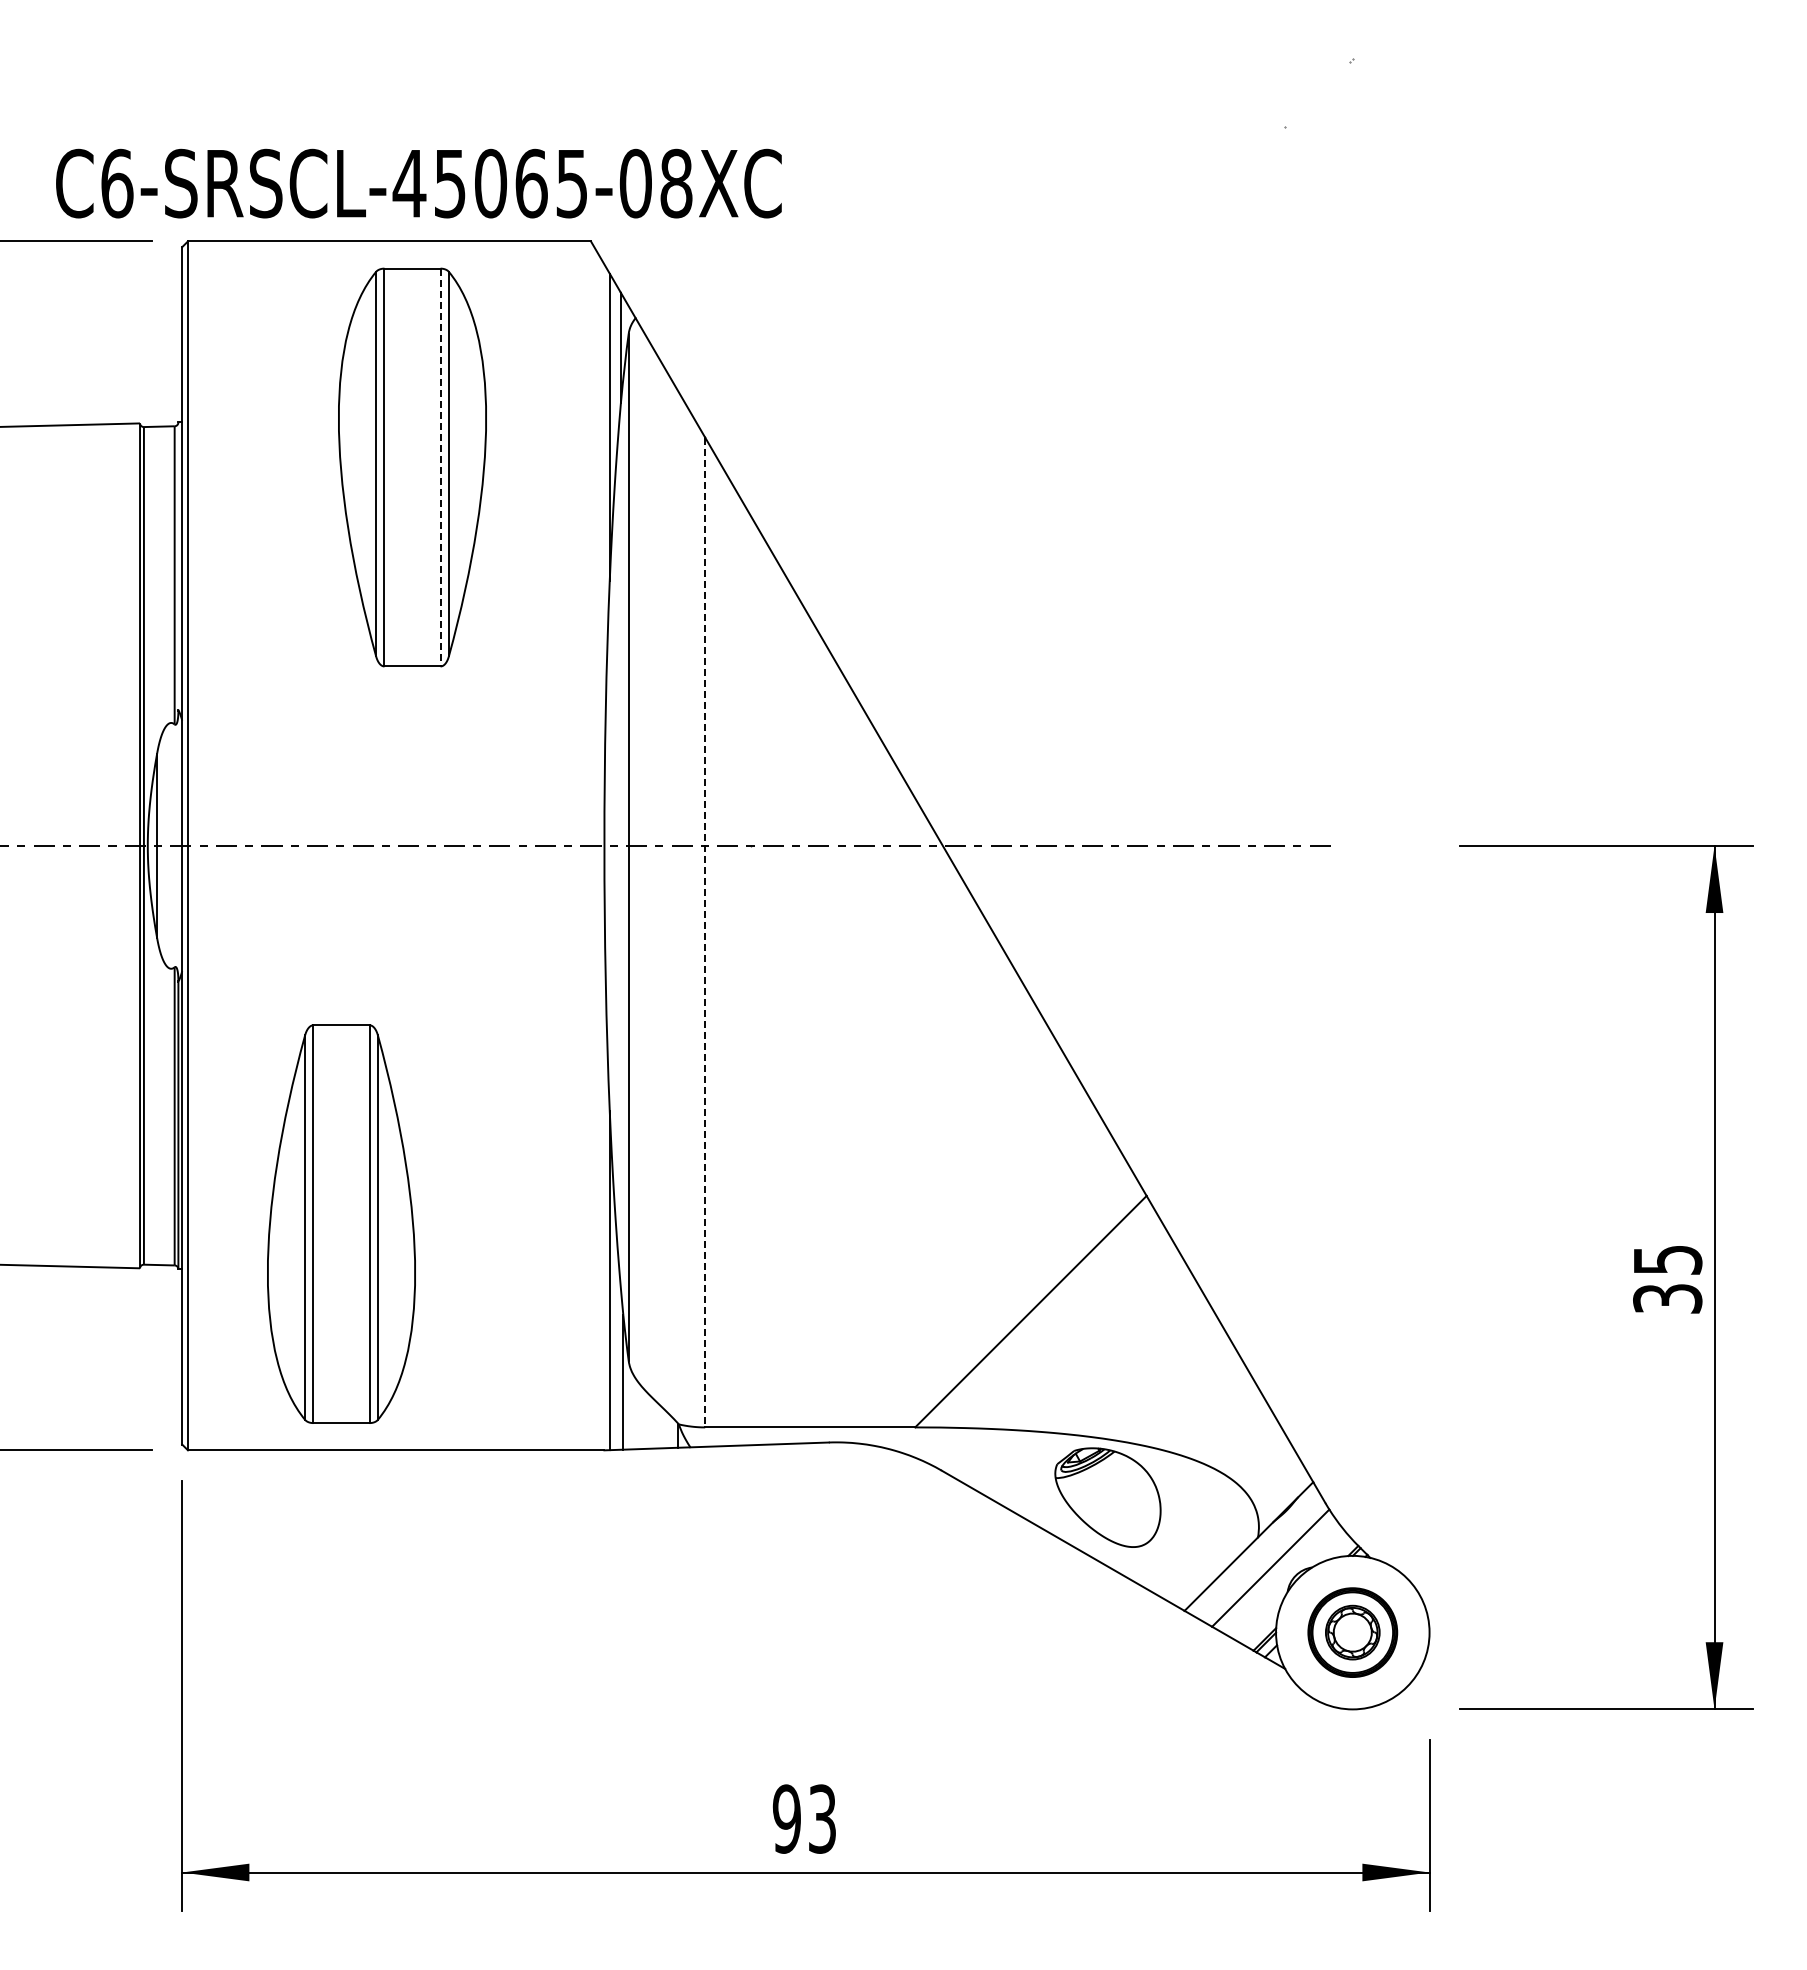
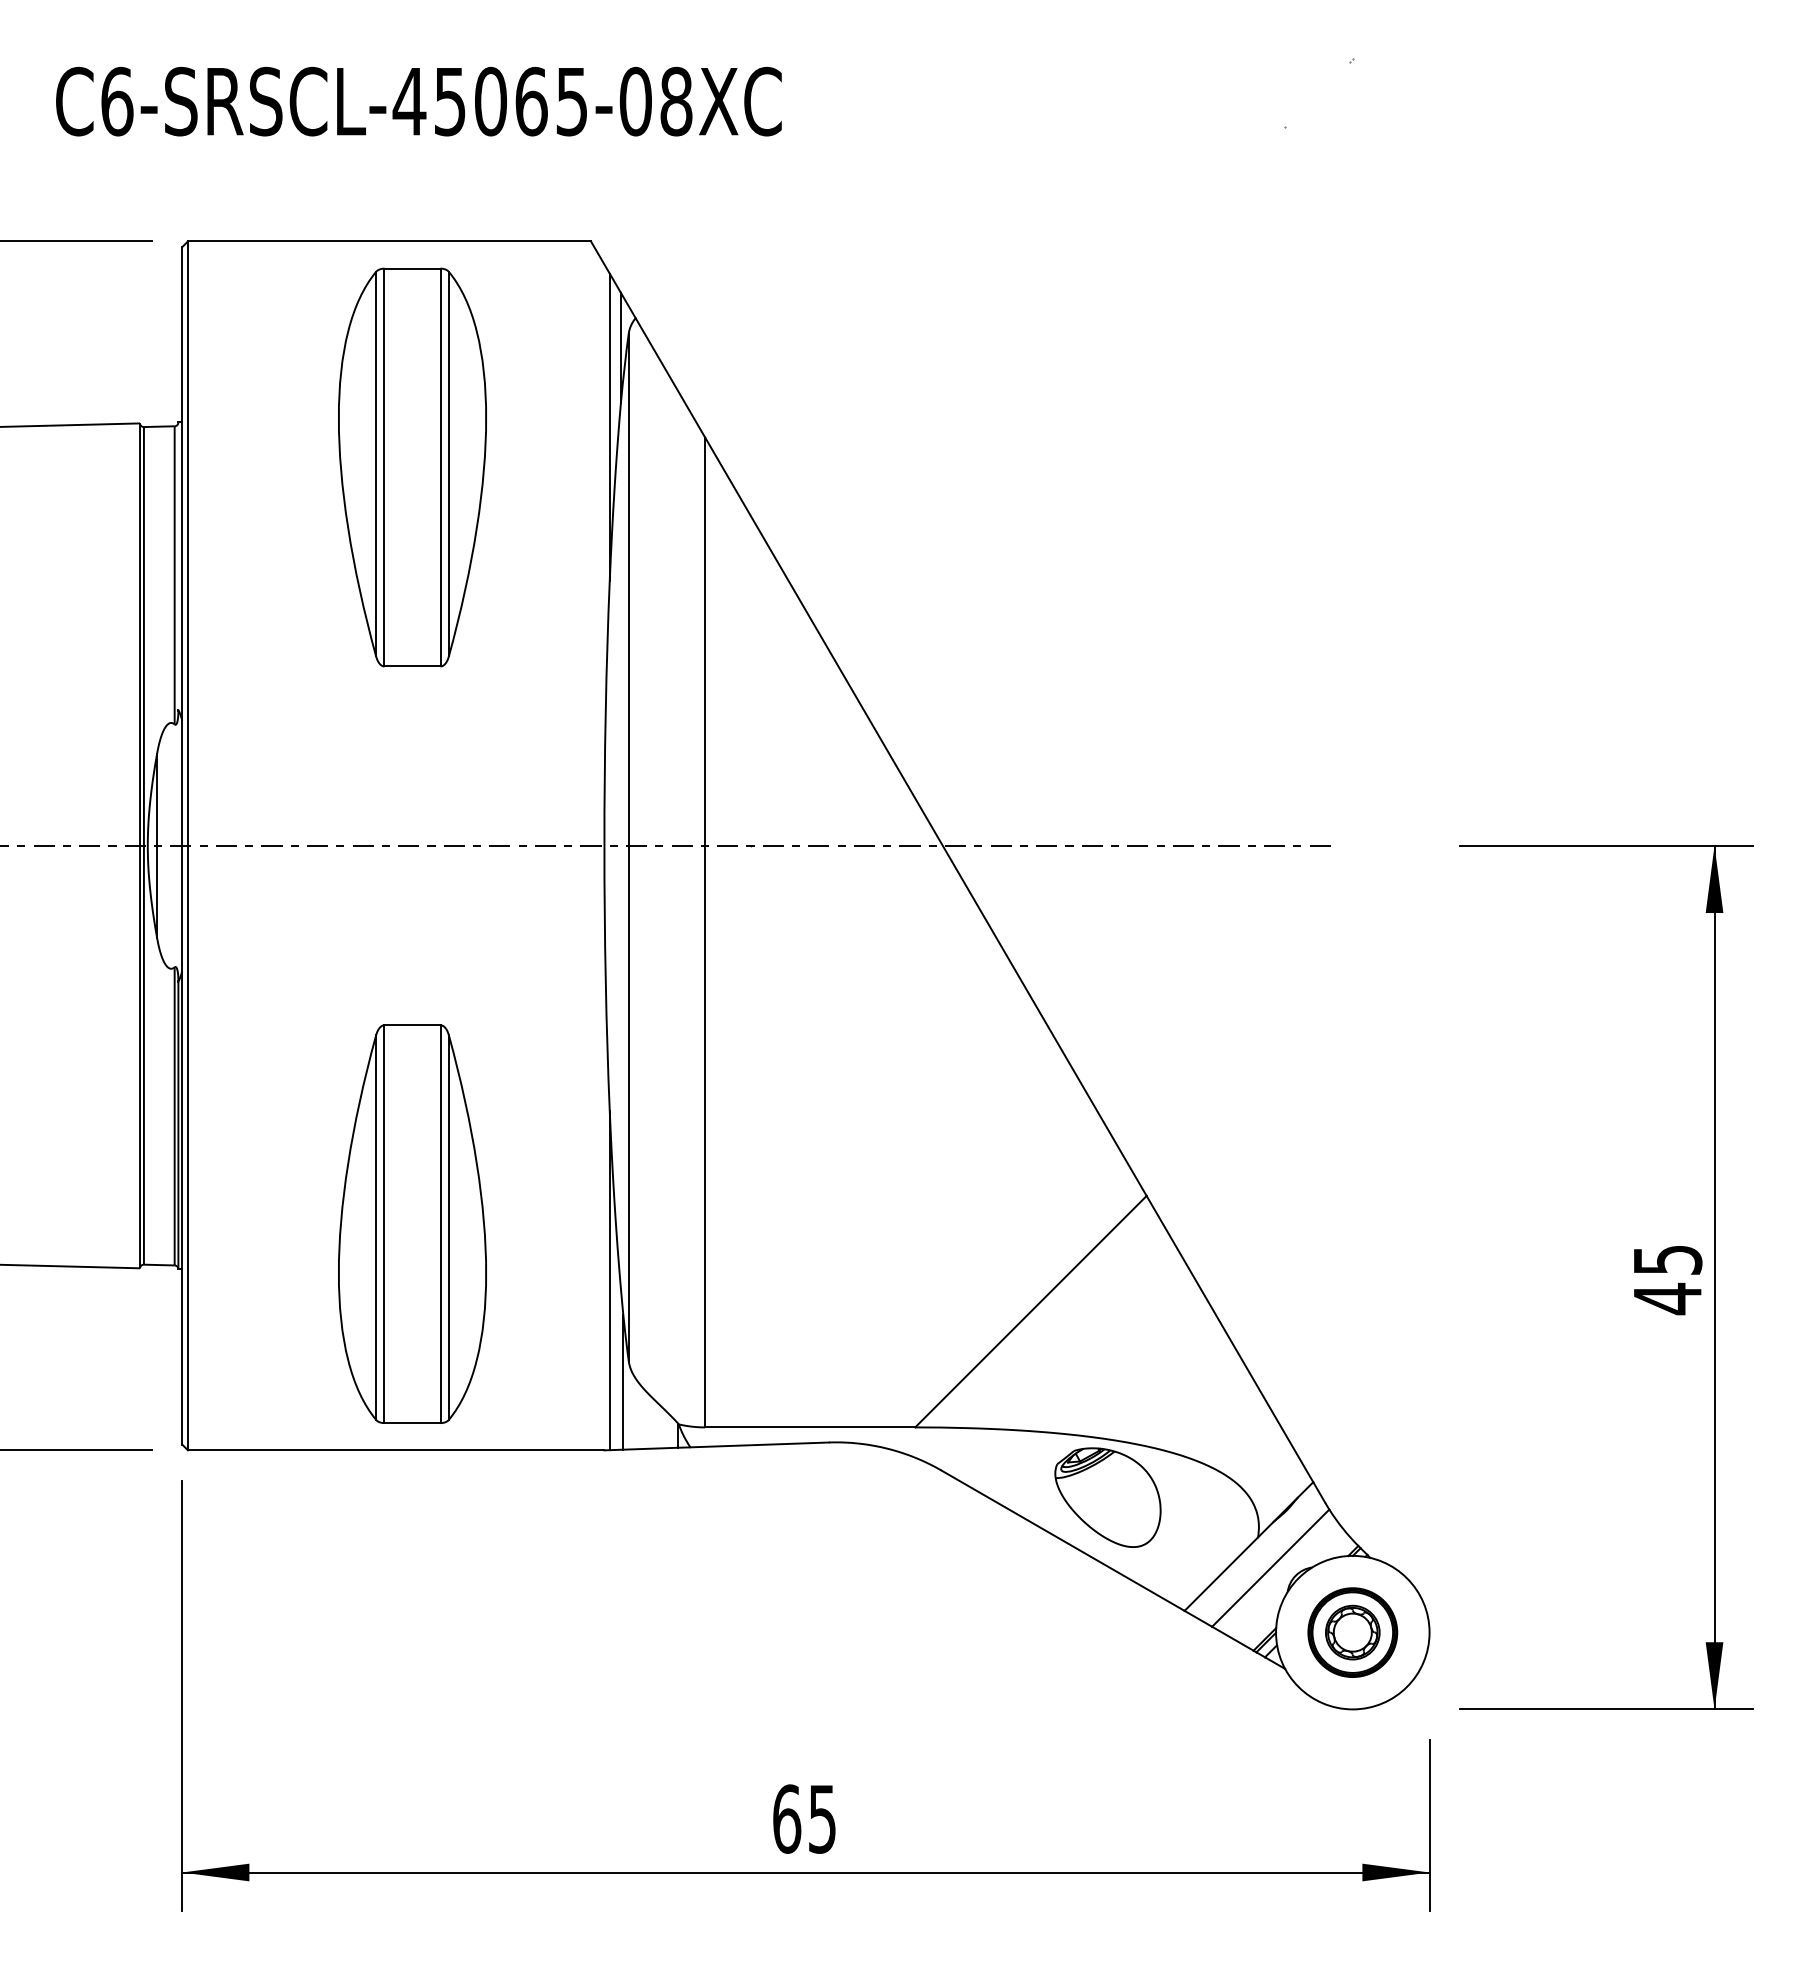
text at (418, 183) position: (418, 183) -> (418, 101)
line at (440, 467): dashed -> solid
line at (705, 932): dashed -> solid
part at (341, 1223) position: (341, 1223) -> (412, 1223)
text at (1667, 1298): 35 -> 45
text at (803, 1818): 93 -> 65
